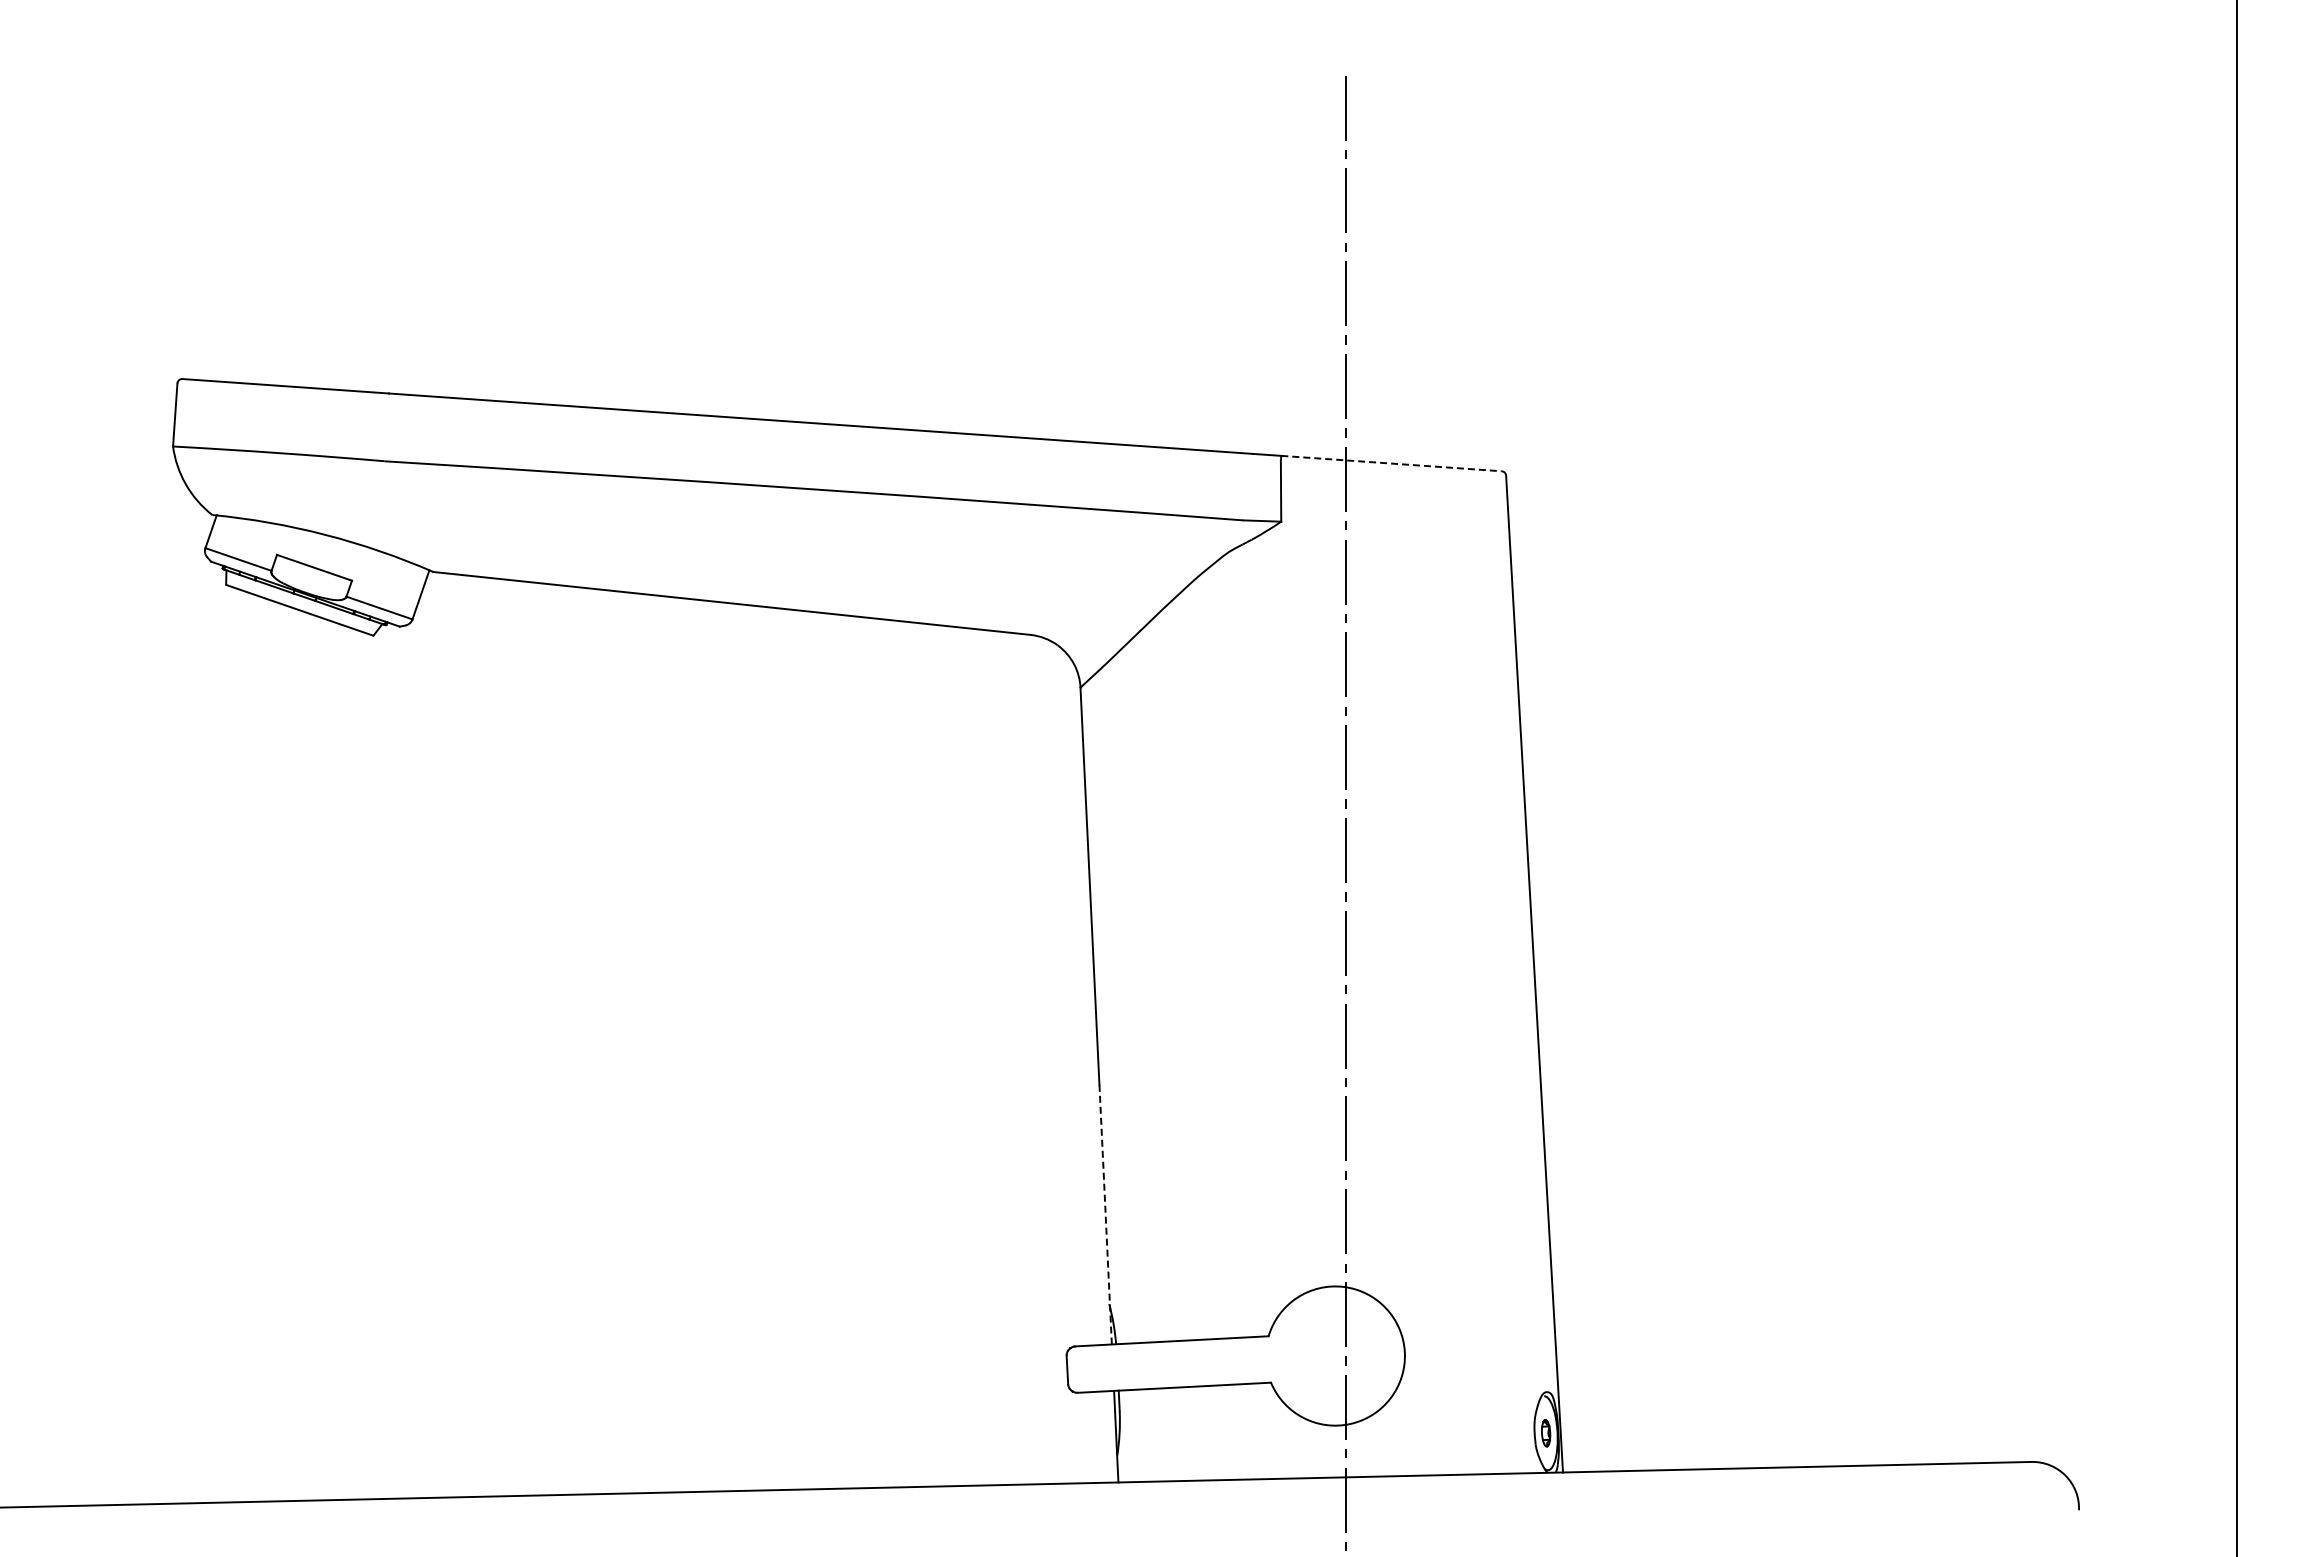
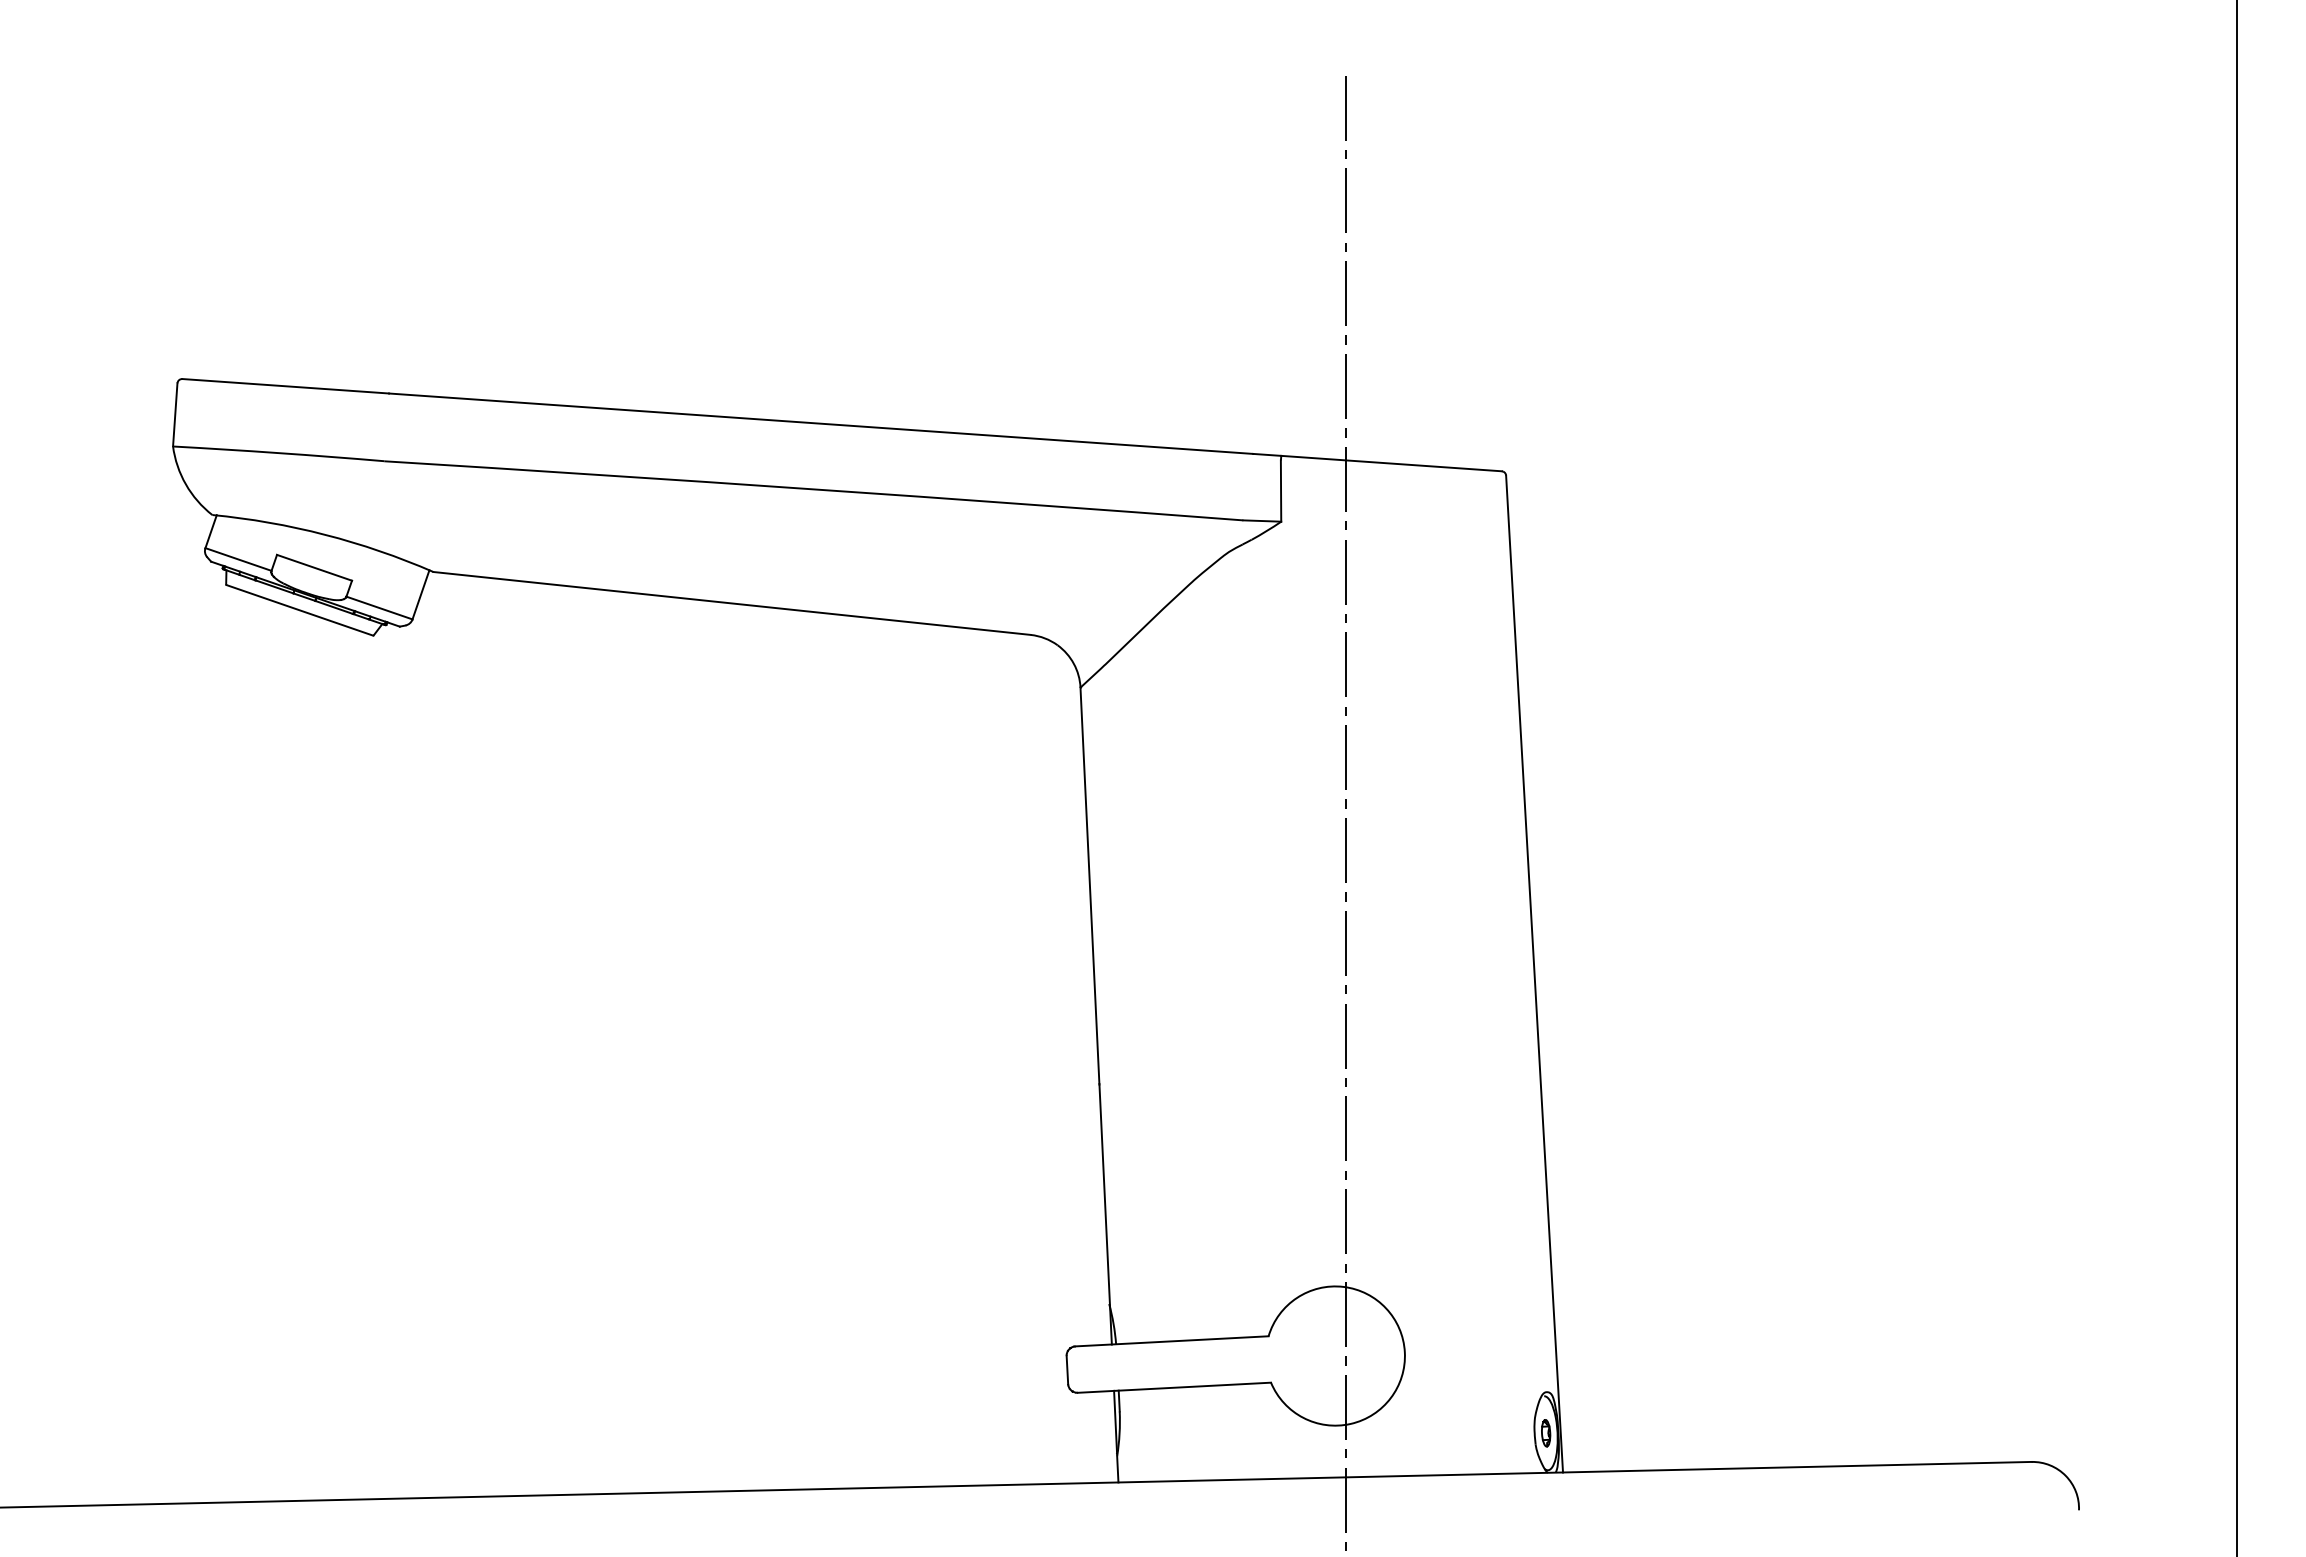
line at (1392, 463): dashed -> solid
line at (1105, 1213): dashed -> solid
